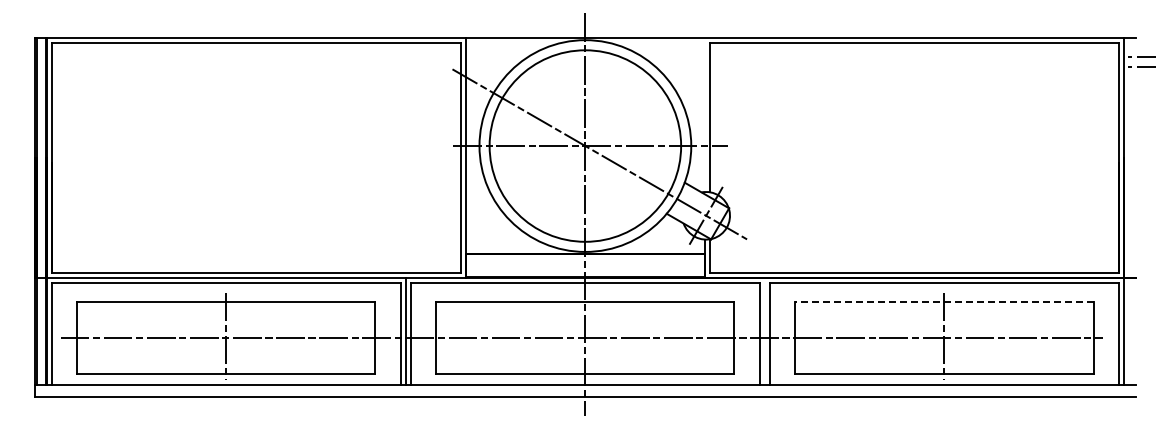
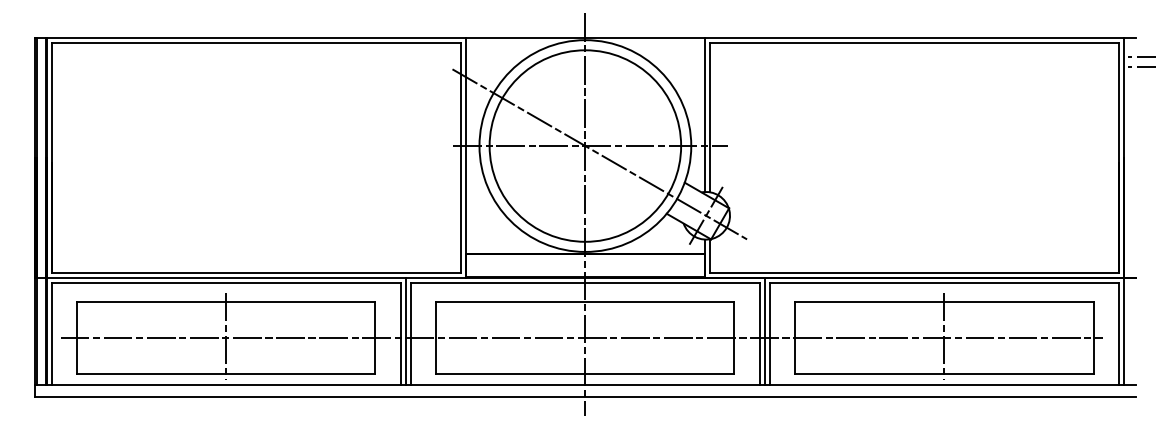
line at (705, 115): none -> present
line at (943, 301): dashed -> solid
line at (764, 331): none -> present
